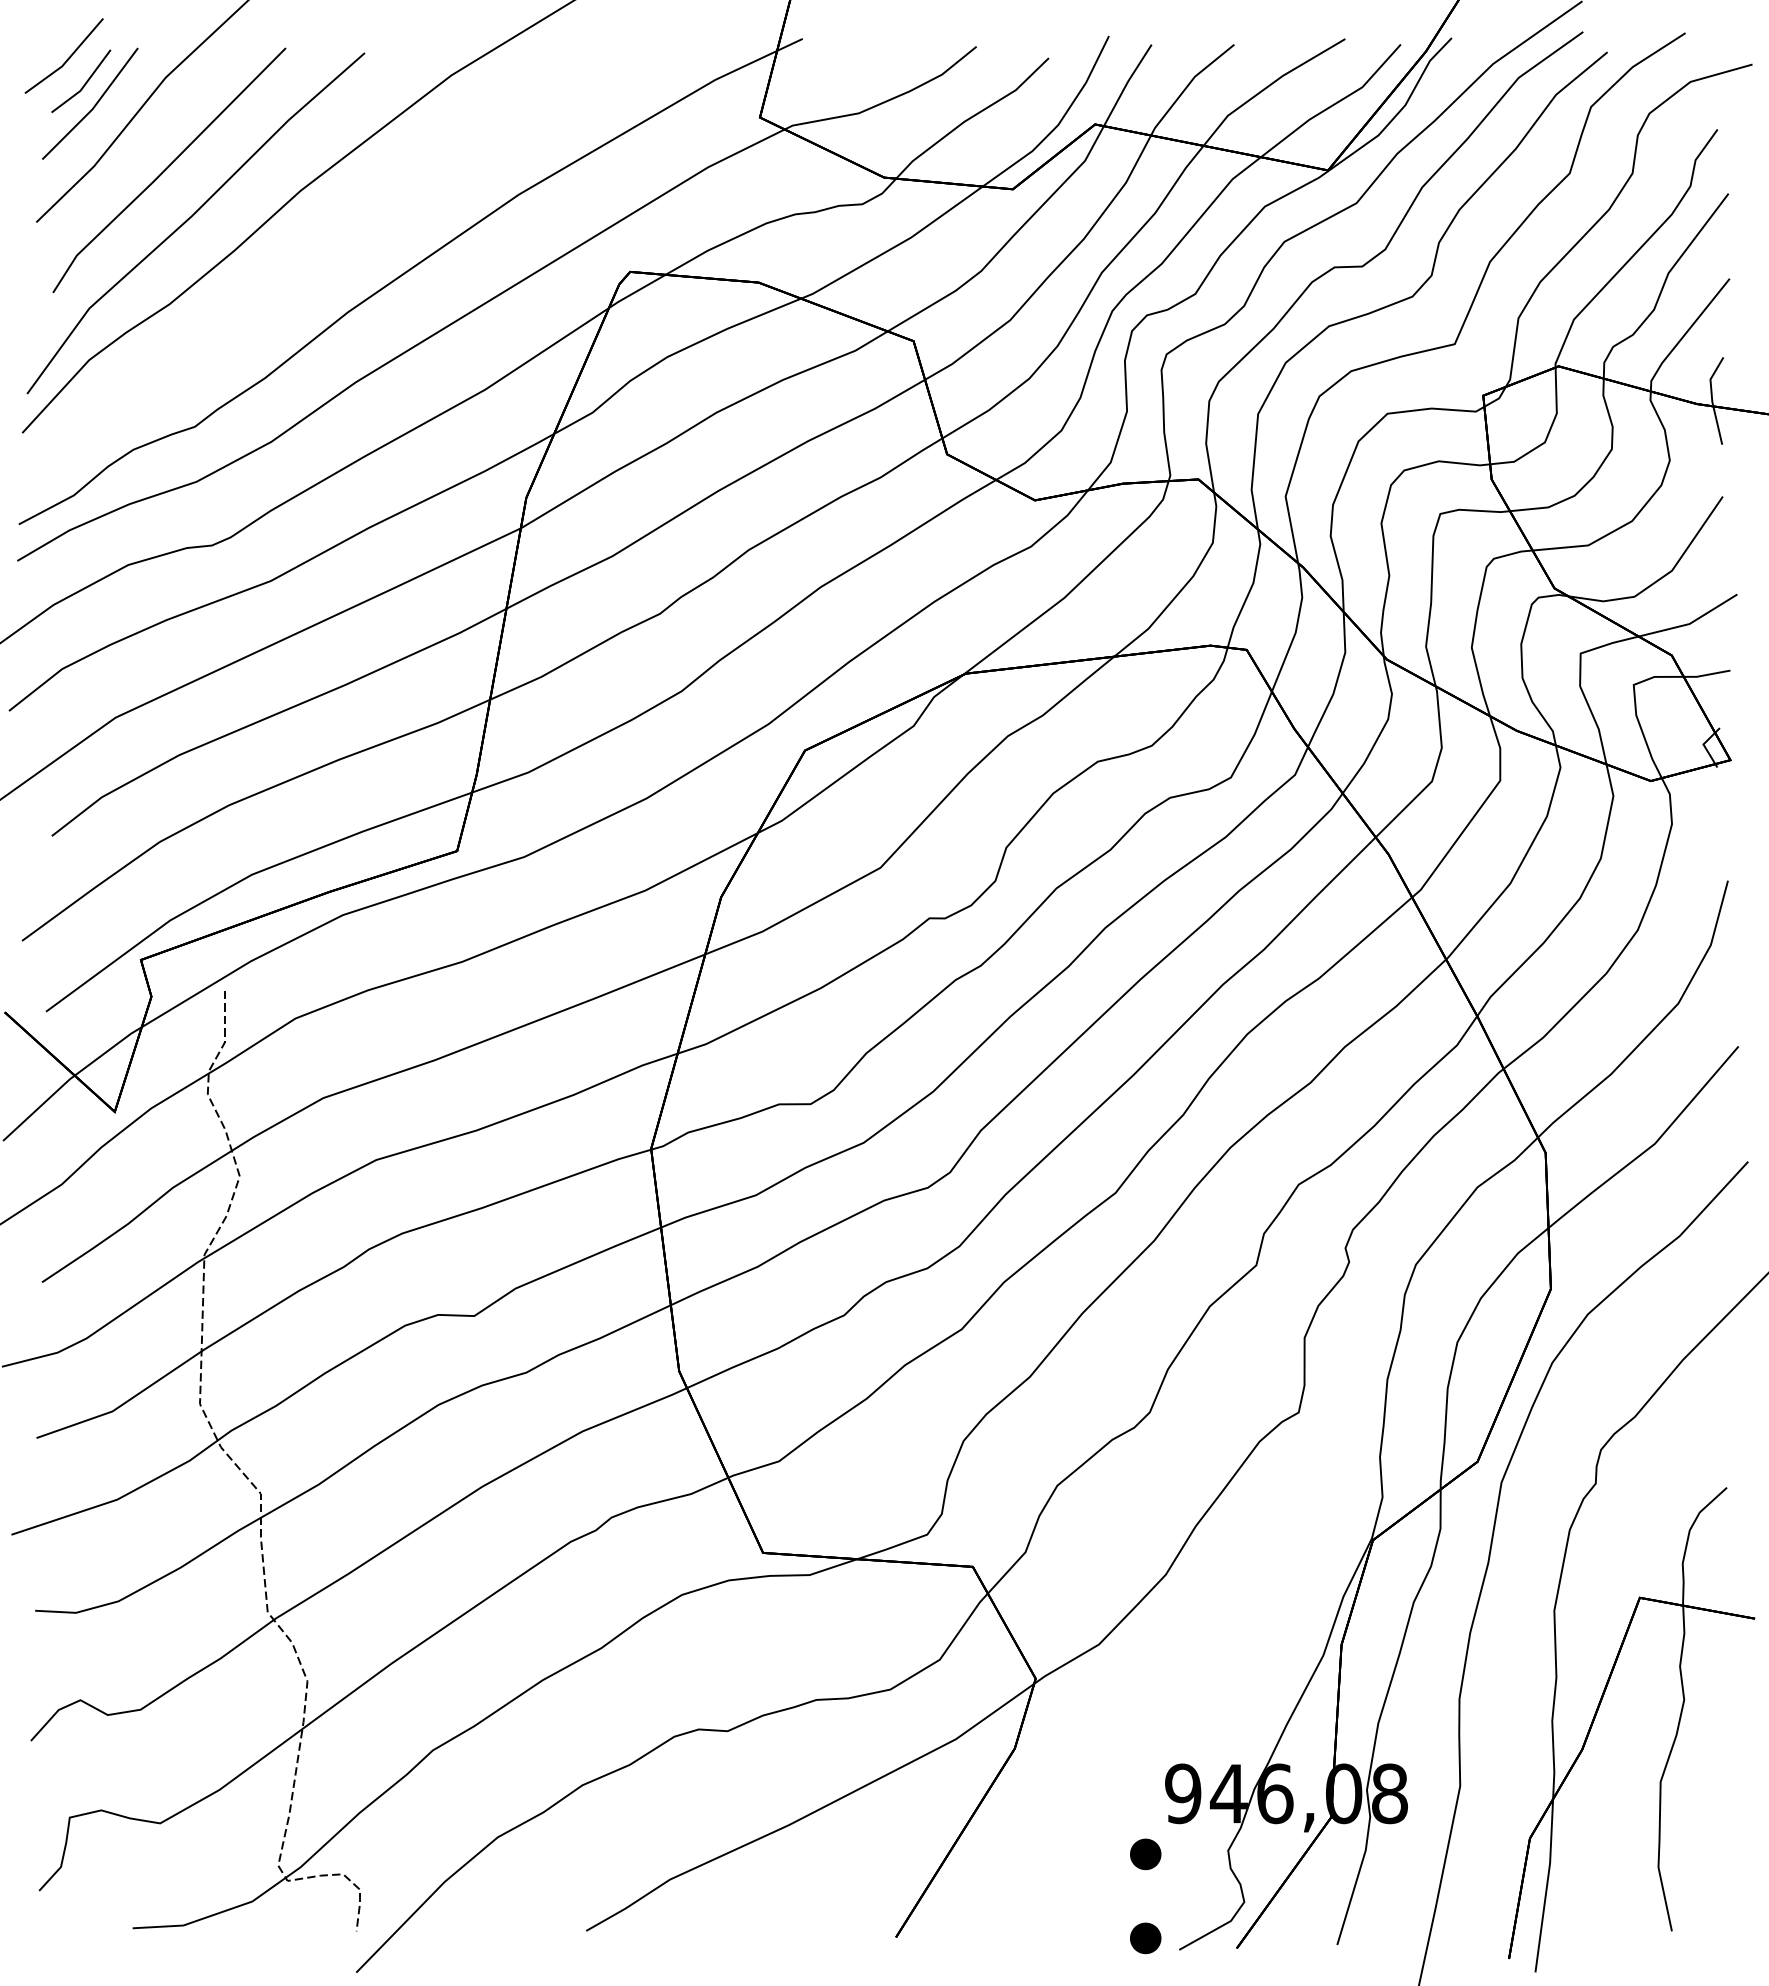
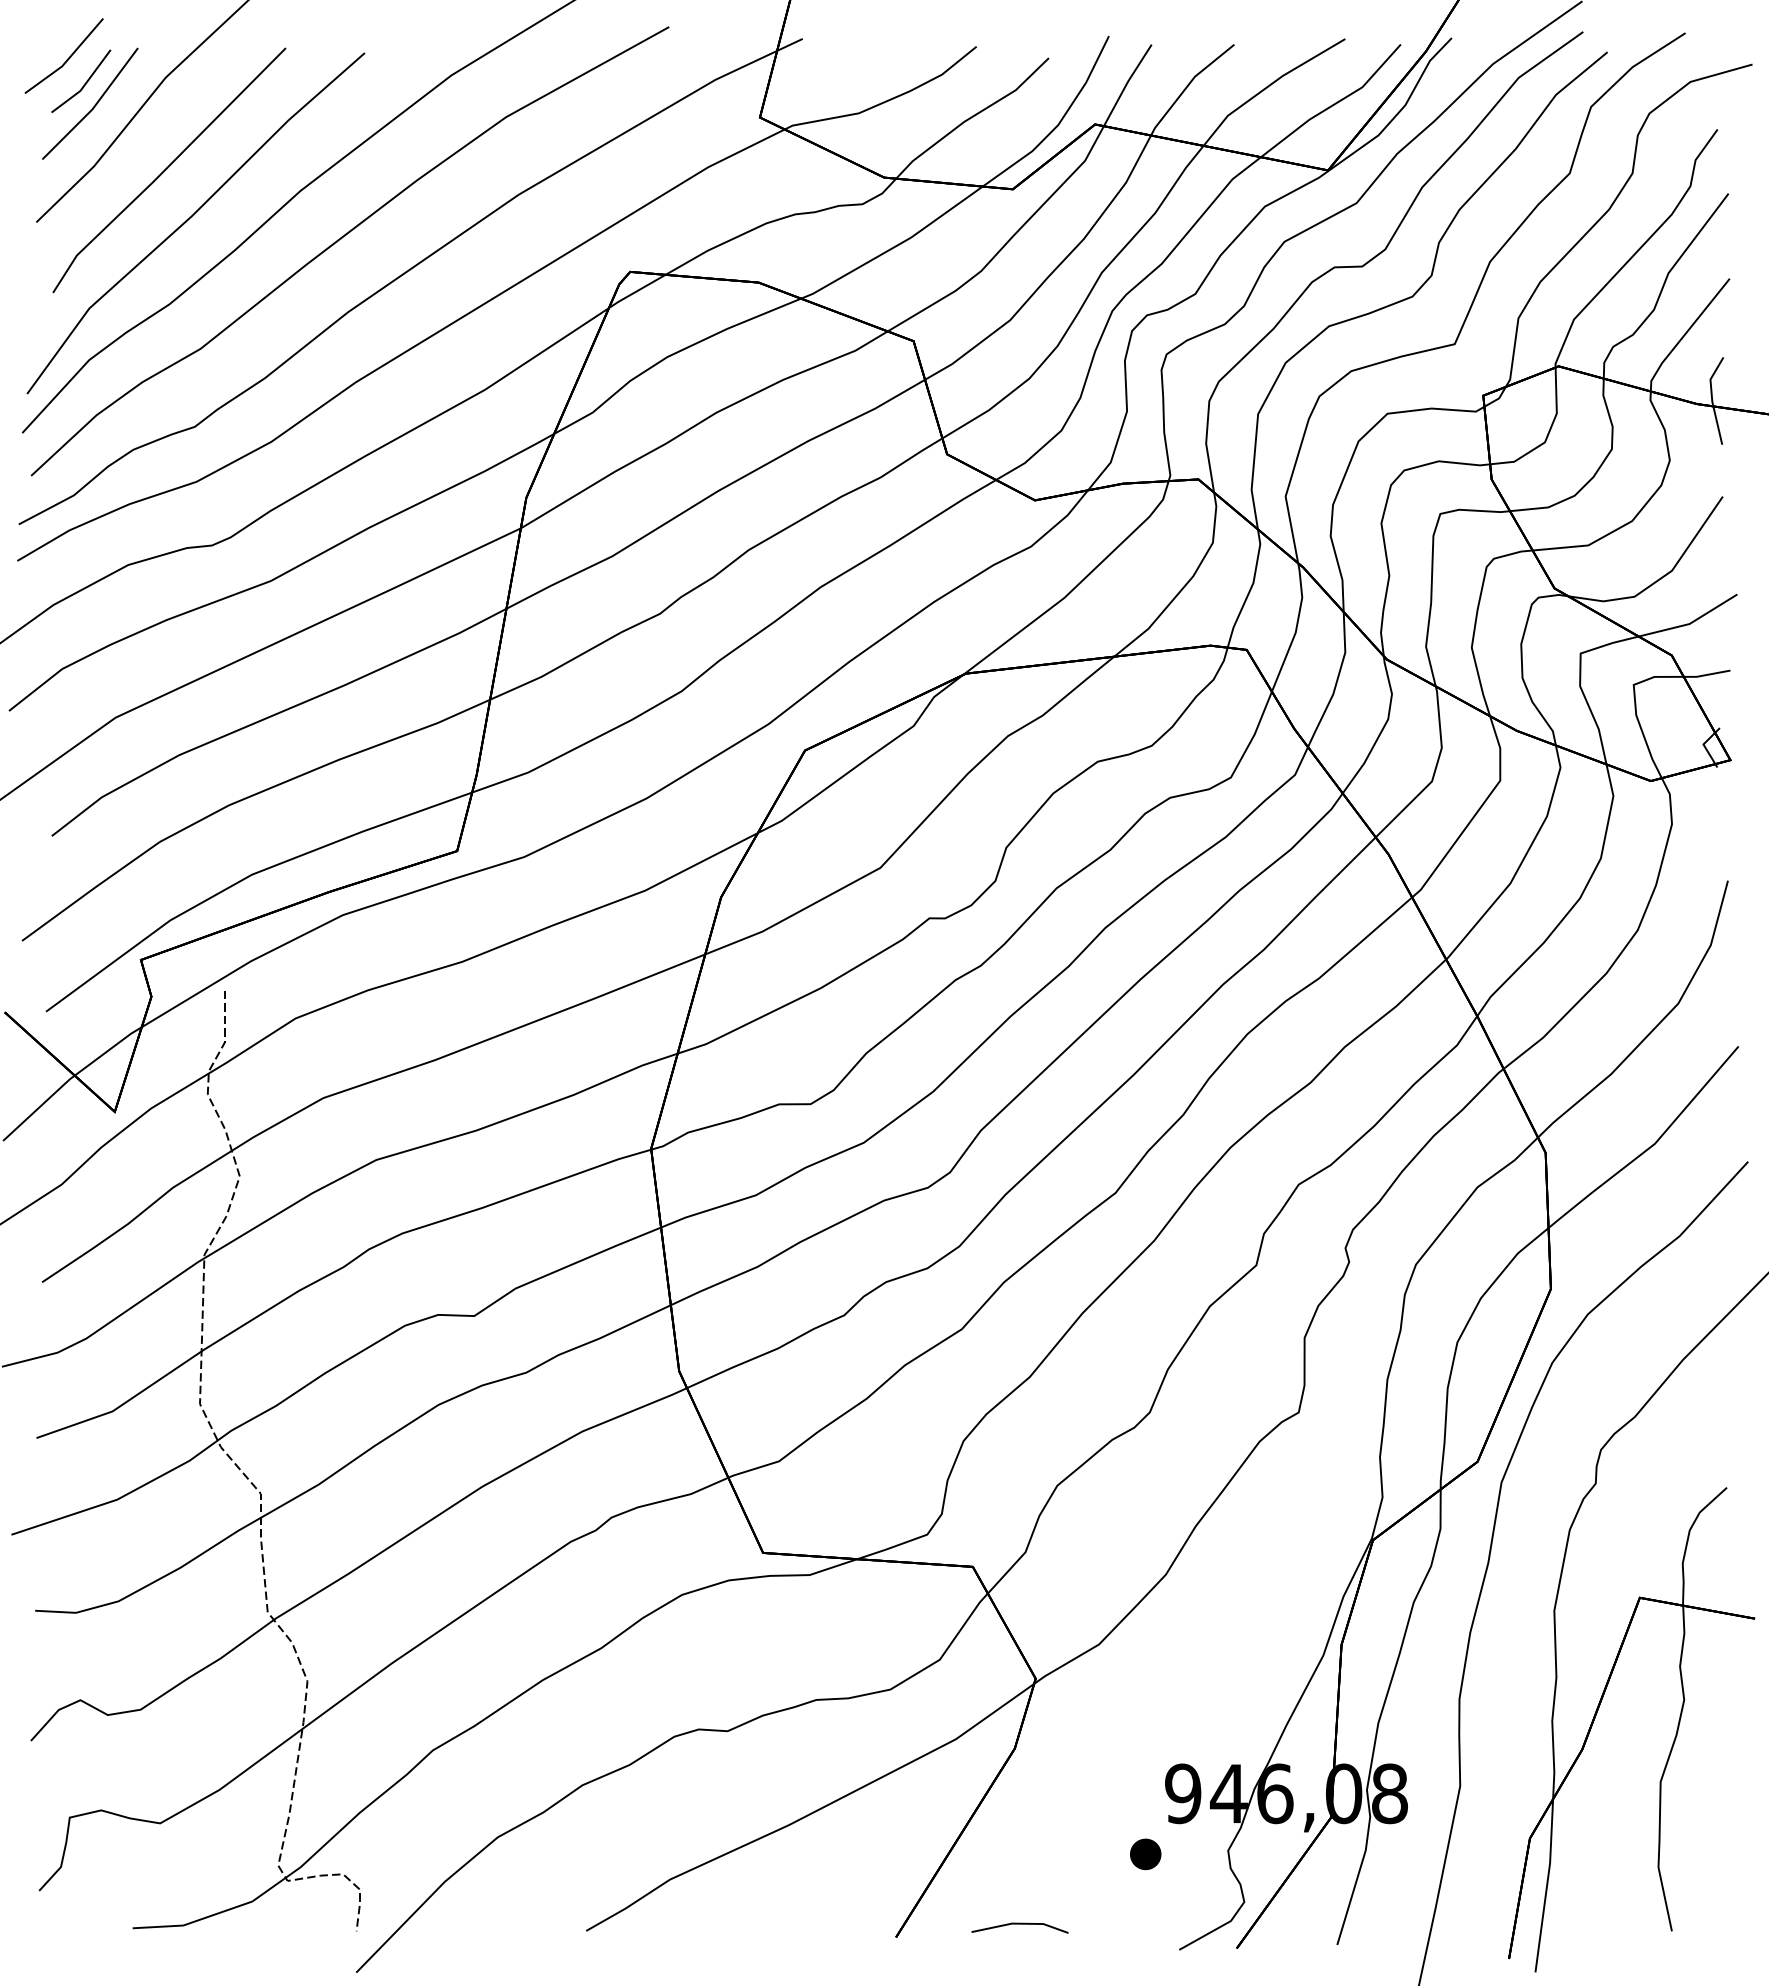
part at (341, 239): none -> present
line at (1019, 1924): none -> present
part at (1145, 1938): present -> none
